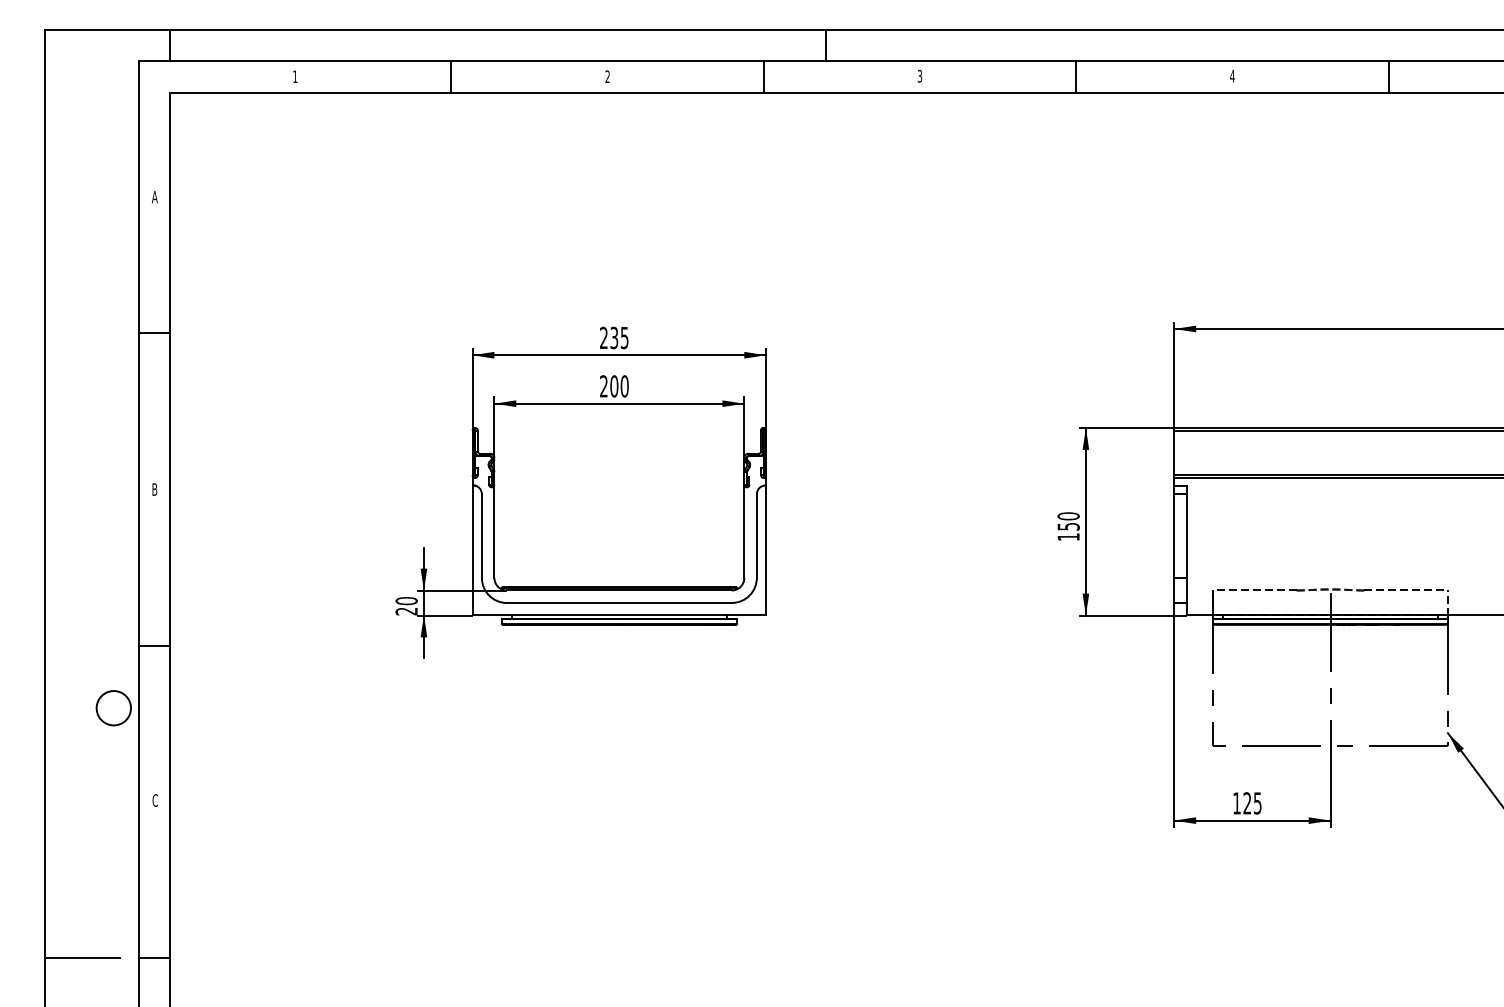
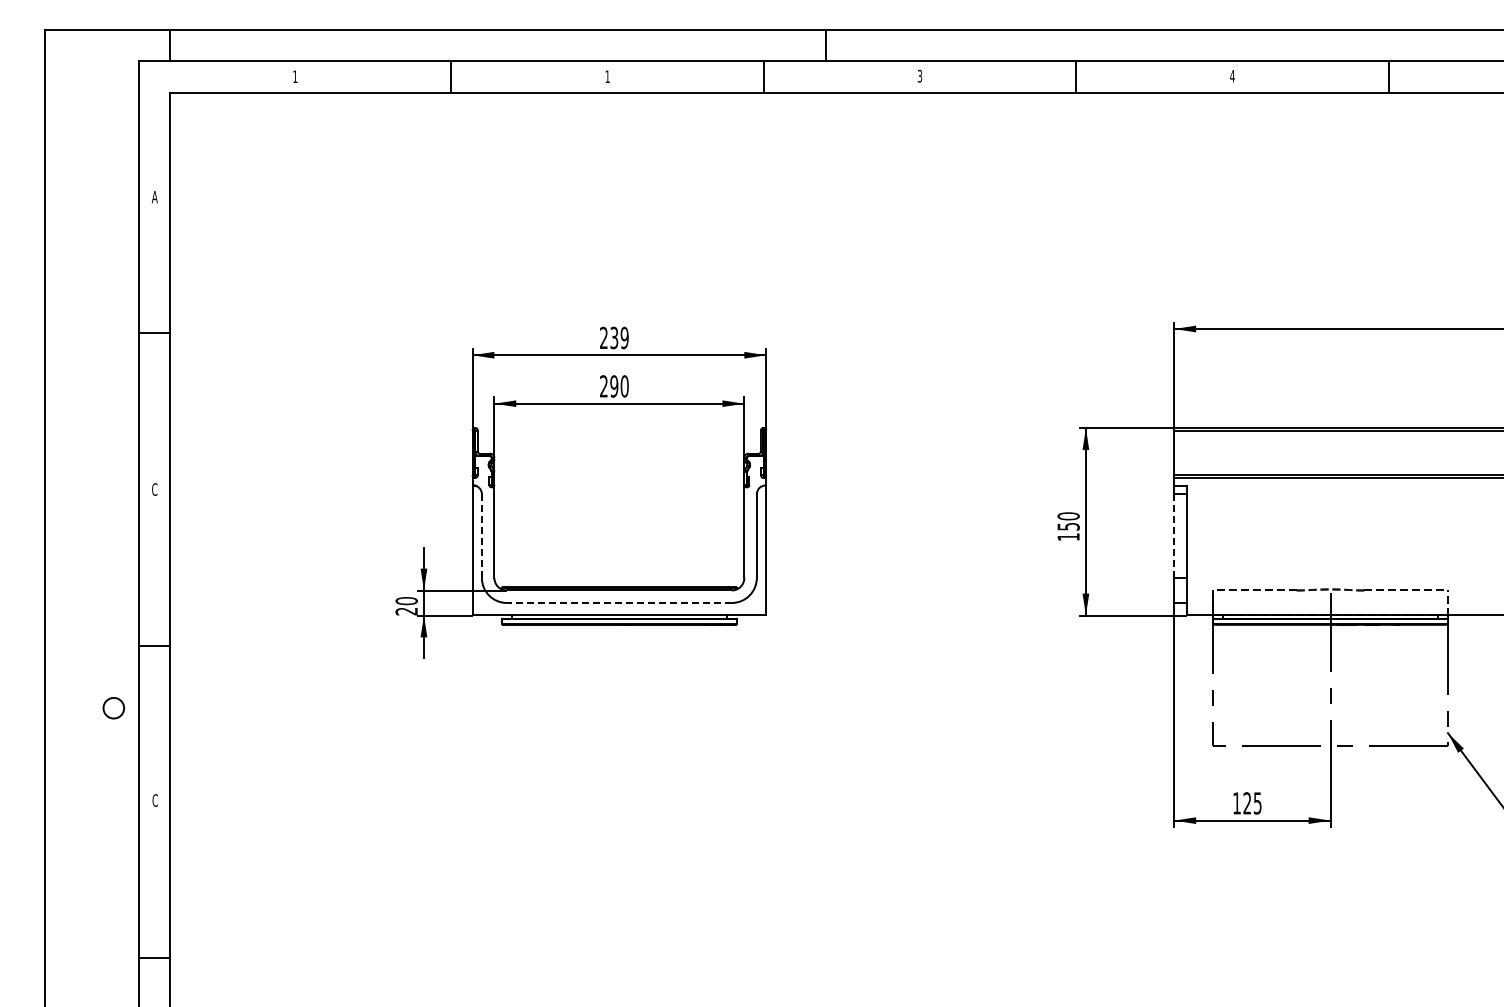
text at (607, 76): 2 -> 1
text at (624, 337): 235 -> 239
text at (614, 386): 200 -> 290
text at (154, 489): B -> C
line at (481, 536): solid -> dashed
line at (1174, 536): solid -> dashed
line at (618, 602): solid -> dashed
circle at (113, 708) diameter: 34 px -> 21 px
line at (82, 958): present -> none
